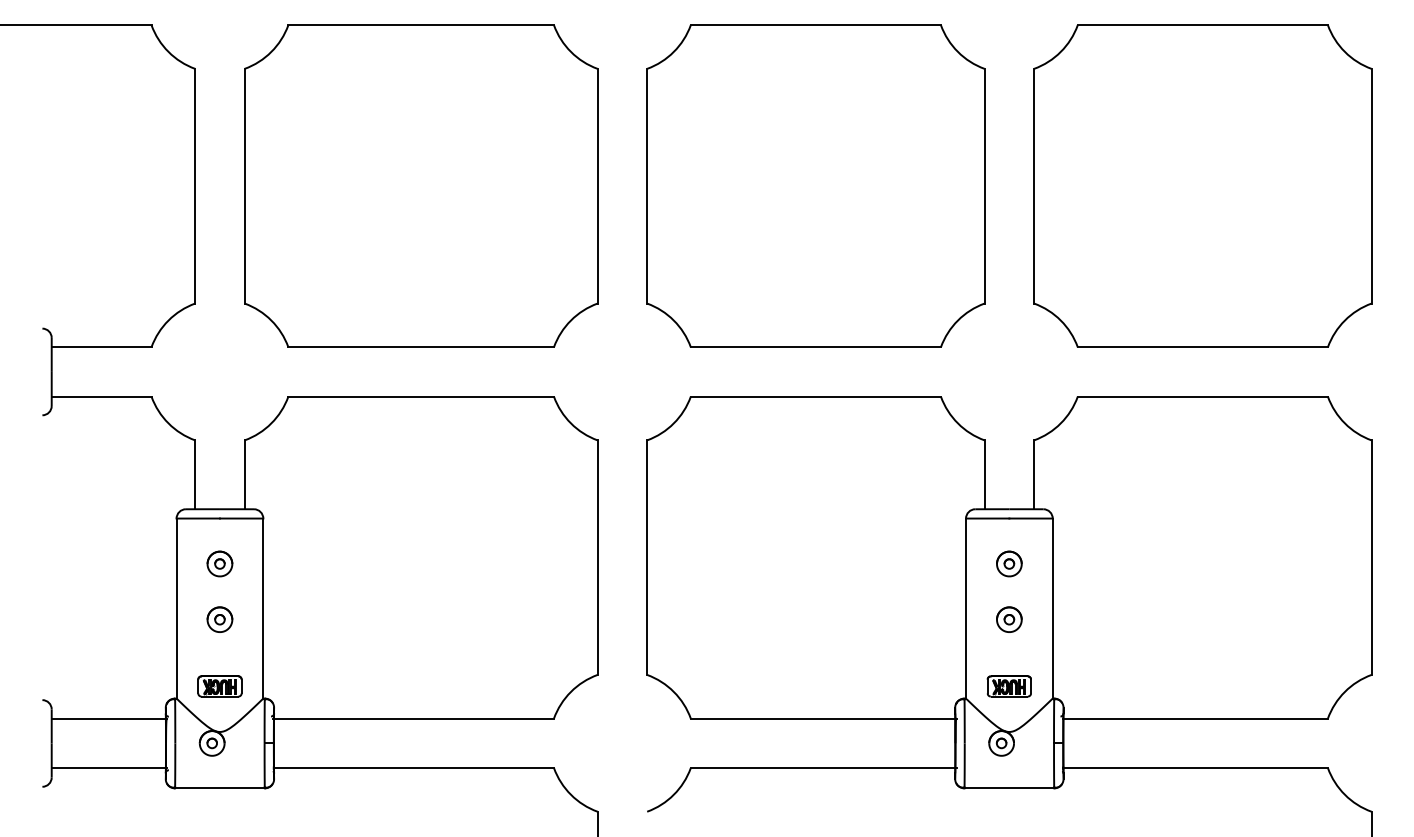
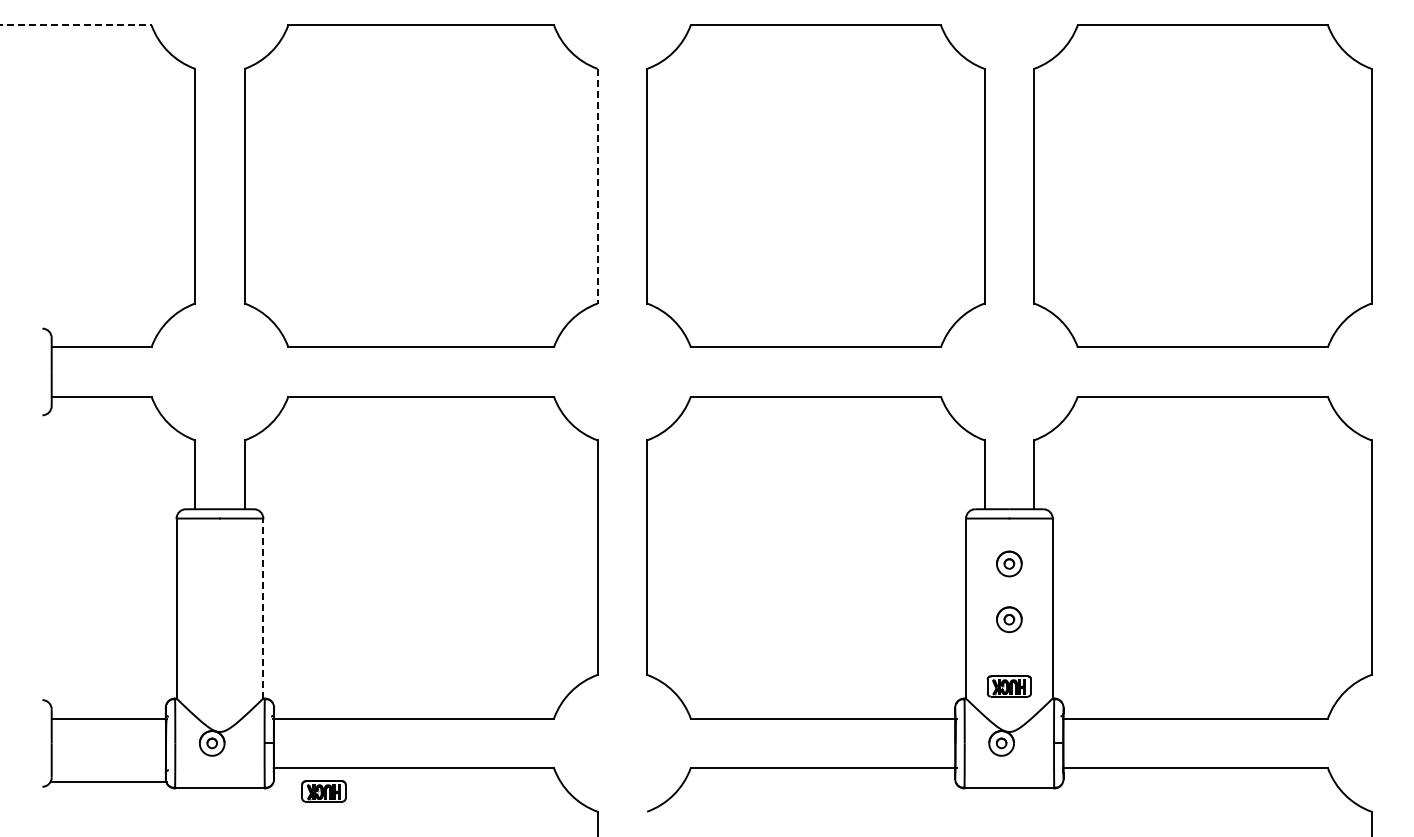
line at (76, 25): solid -> dashed
line at (597, 186): solid -> dashed
part at (219, 563): present -> none
line at (263, 608): solid -> dashed
part at (219, 619): present -> none
part at (219, 686) position: (219, 686) -> (323, 791)
line at (109, 768) position: (109, 768) -> (109, 782)
